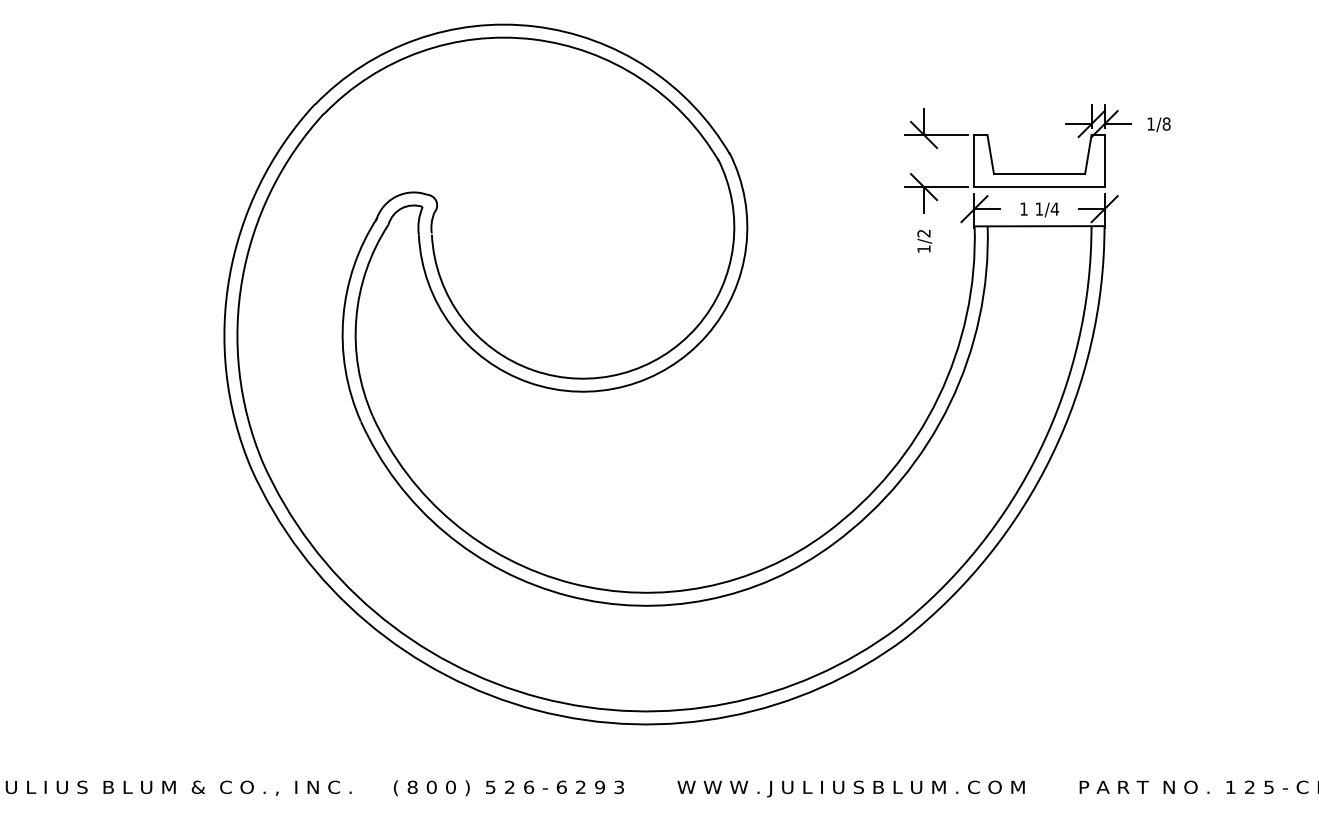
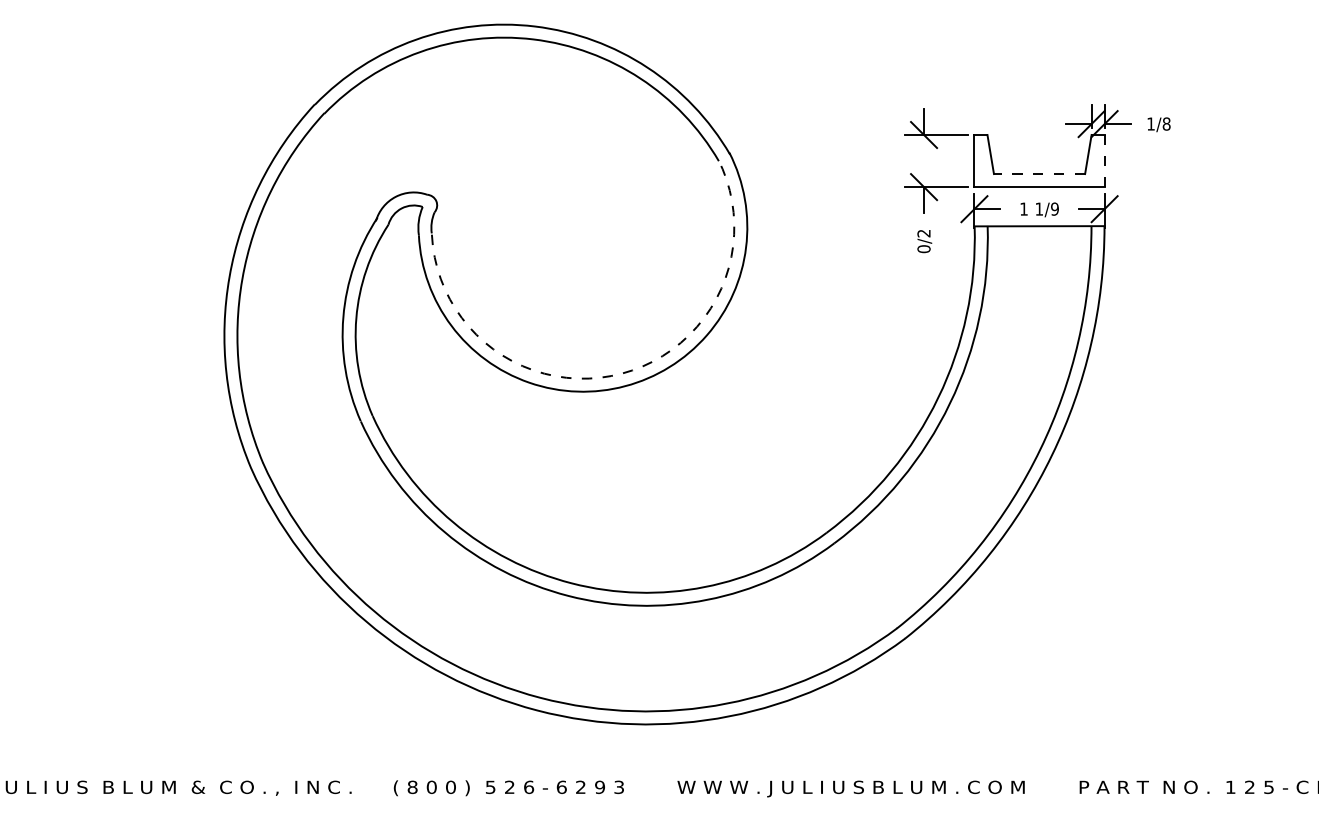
line at (1104, 160): solid -> dashed
line at (1039, 174): solid -> dashed
text at (1054, 208): 1/4 -> 1/9
text at (923, 249): 1/2 -> 0/2
arc at (621, 373): solid -> dashed
